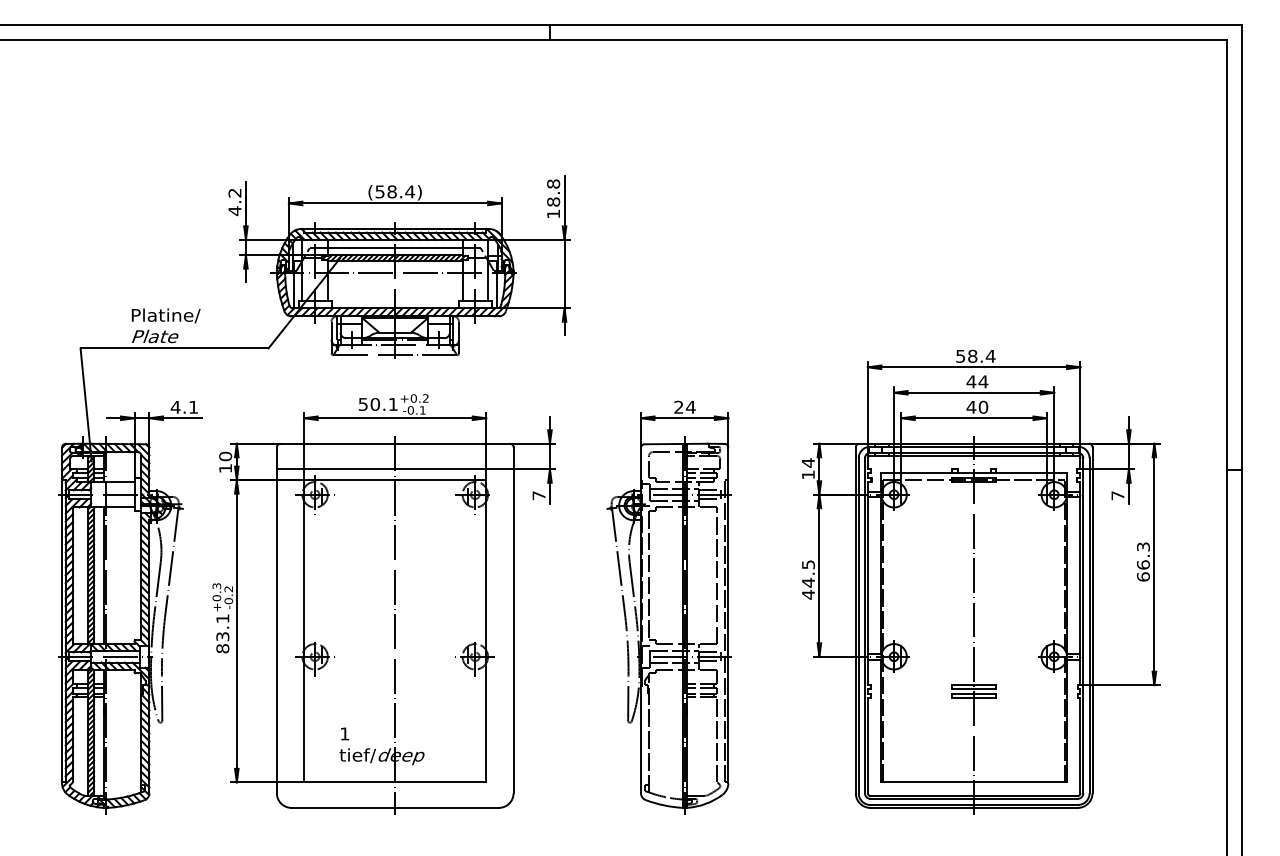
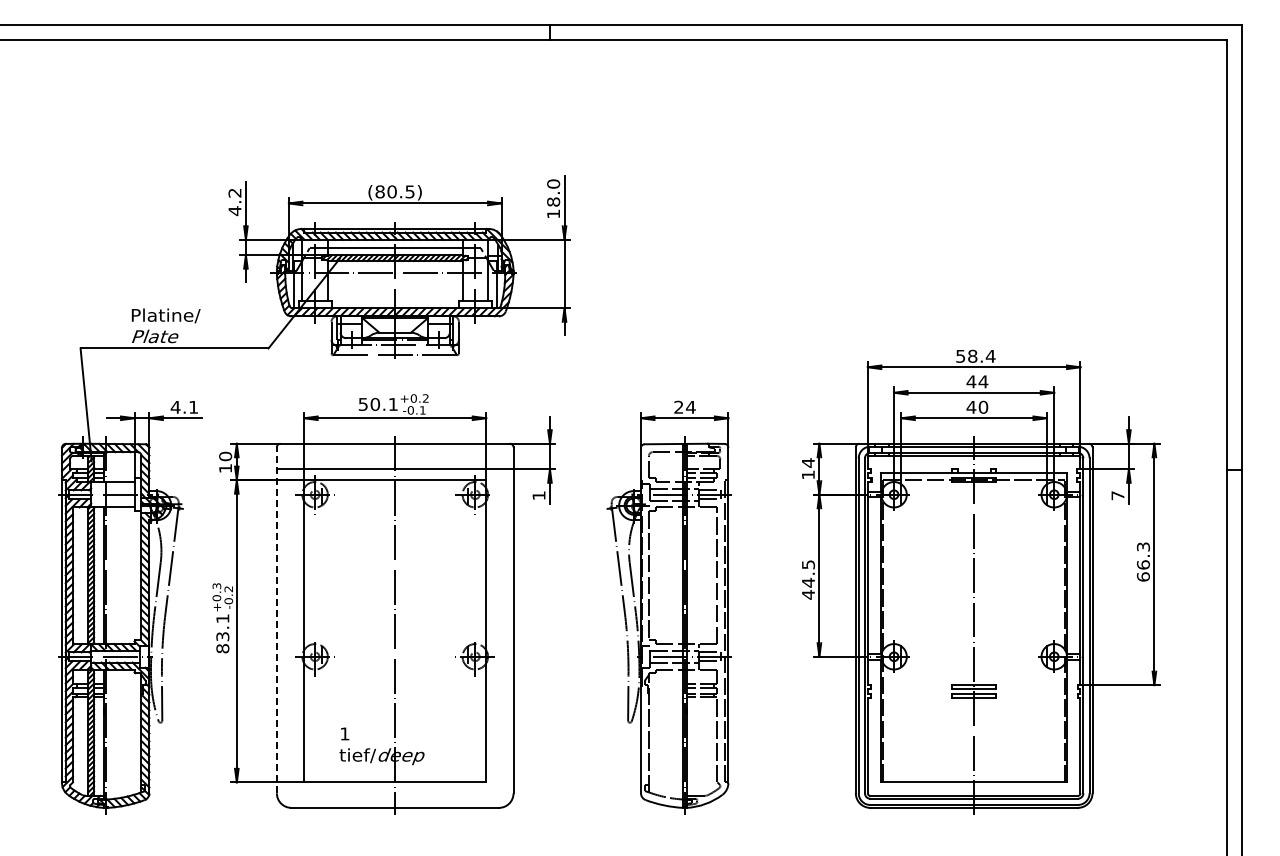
text at (553, 183): 18.8 -> 18.0
text at (395, 191): (58.4) -> (80.5)
text at (538, 495): 7 -> 1
line at (276, 620): solid -> dashed
